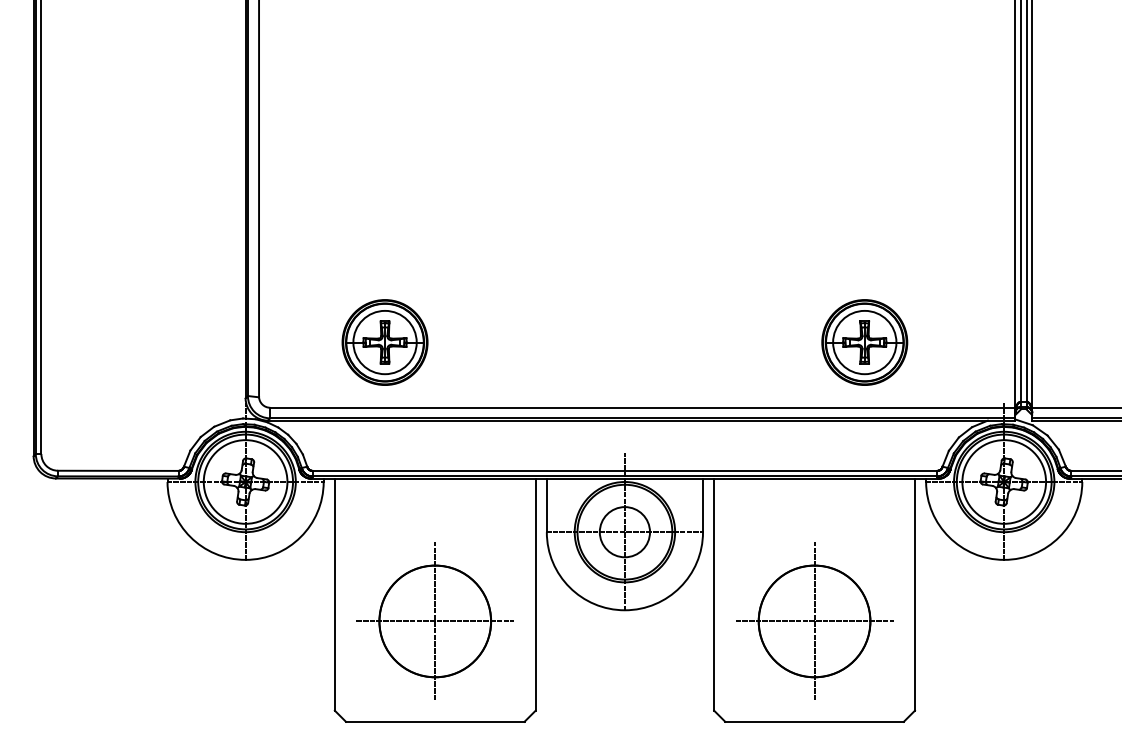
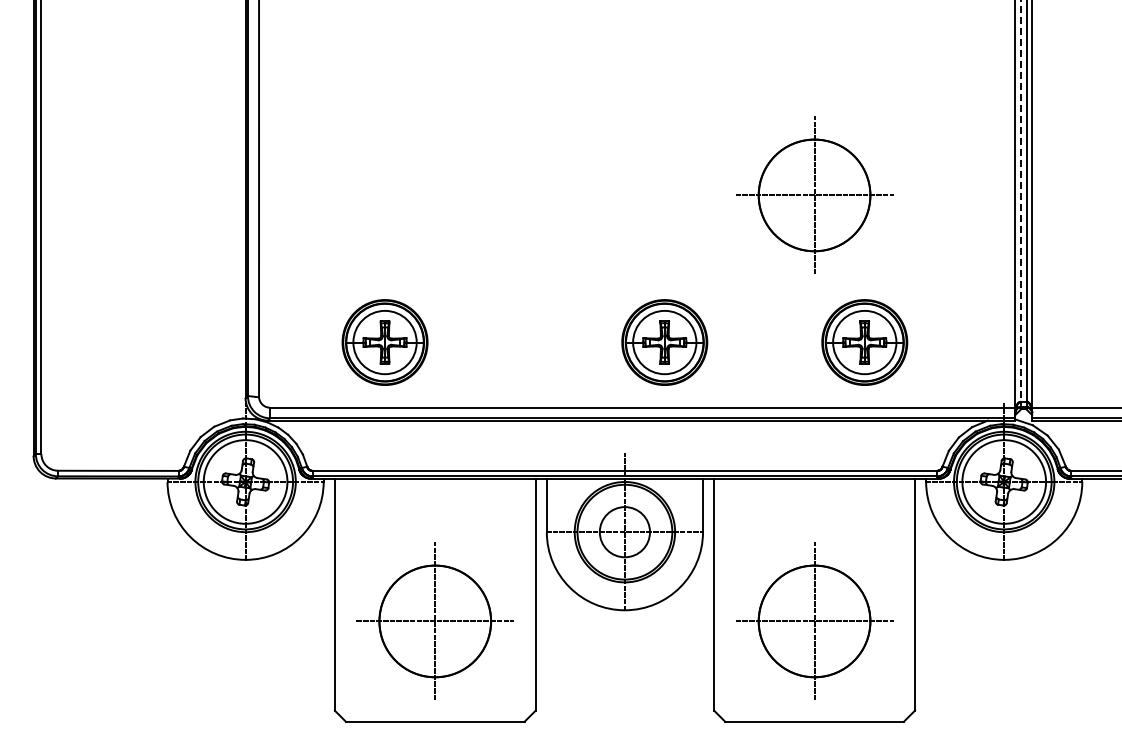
part at (814, 194): none -> present
line at (1020, 204): solid -> dashed
part at (664, 342): none -> present
